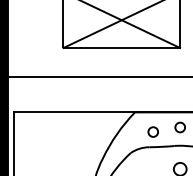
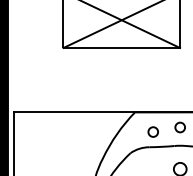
line at (98, 77): present -> none
